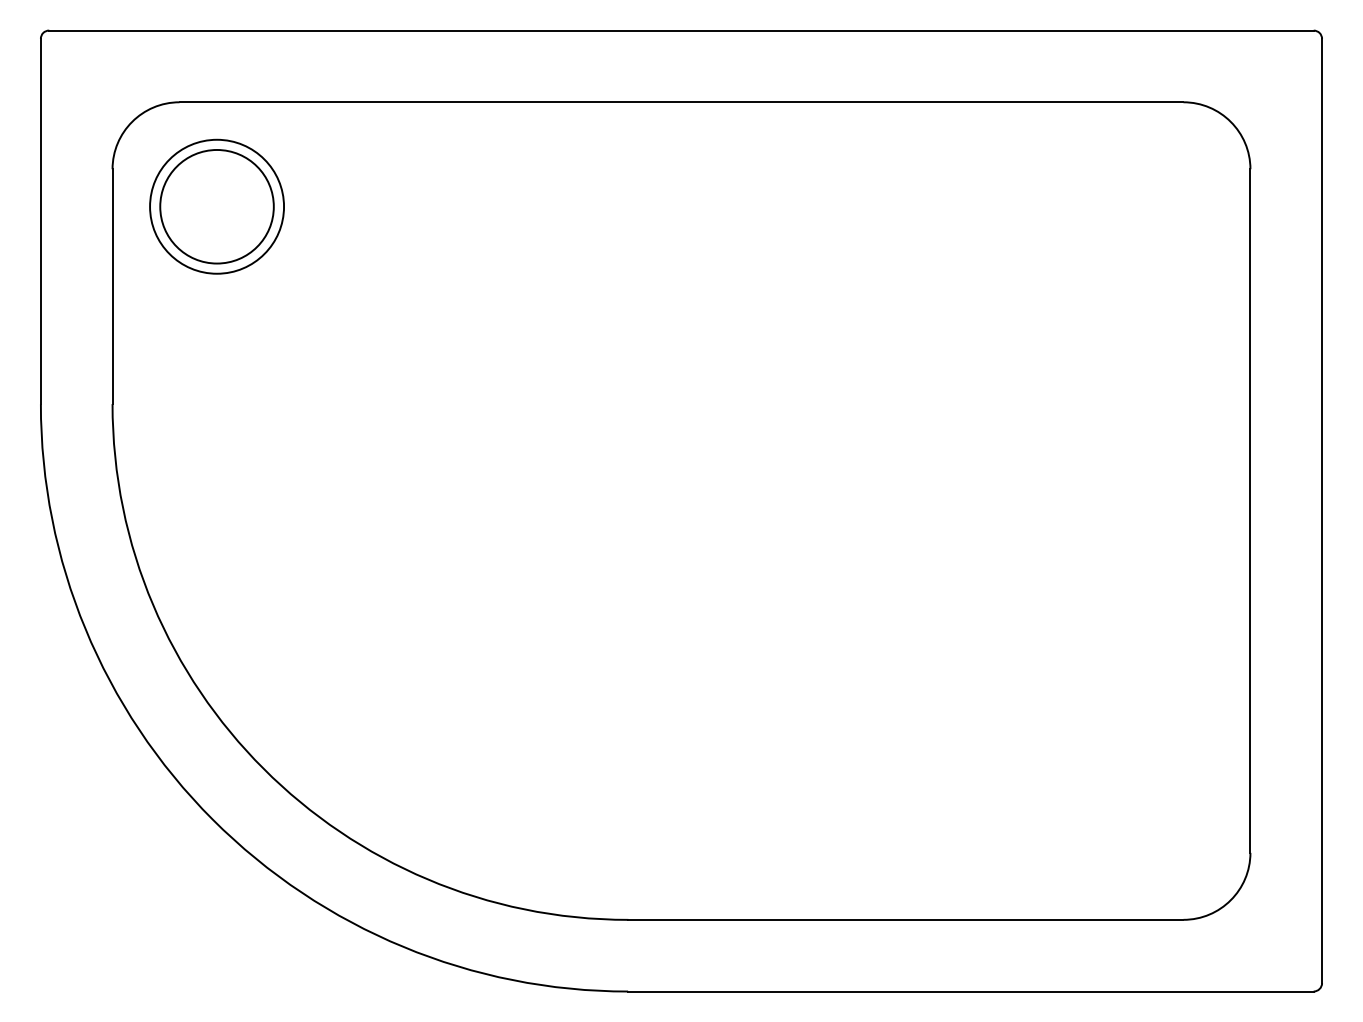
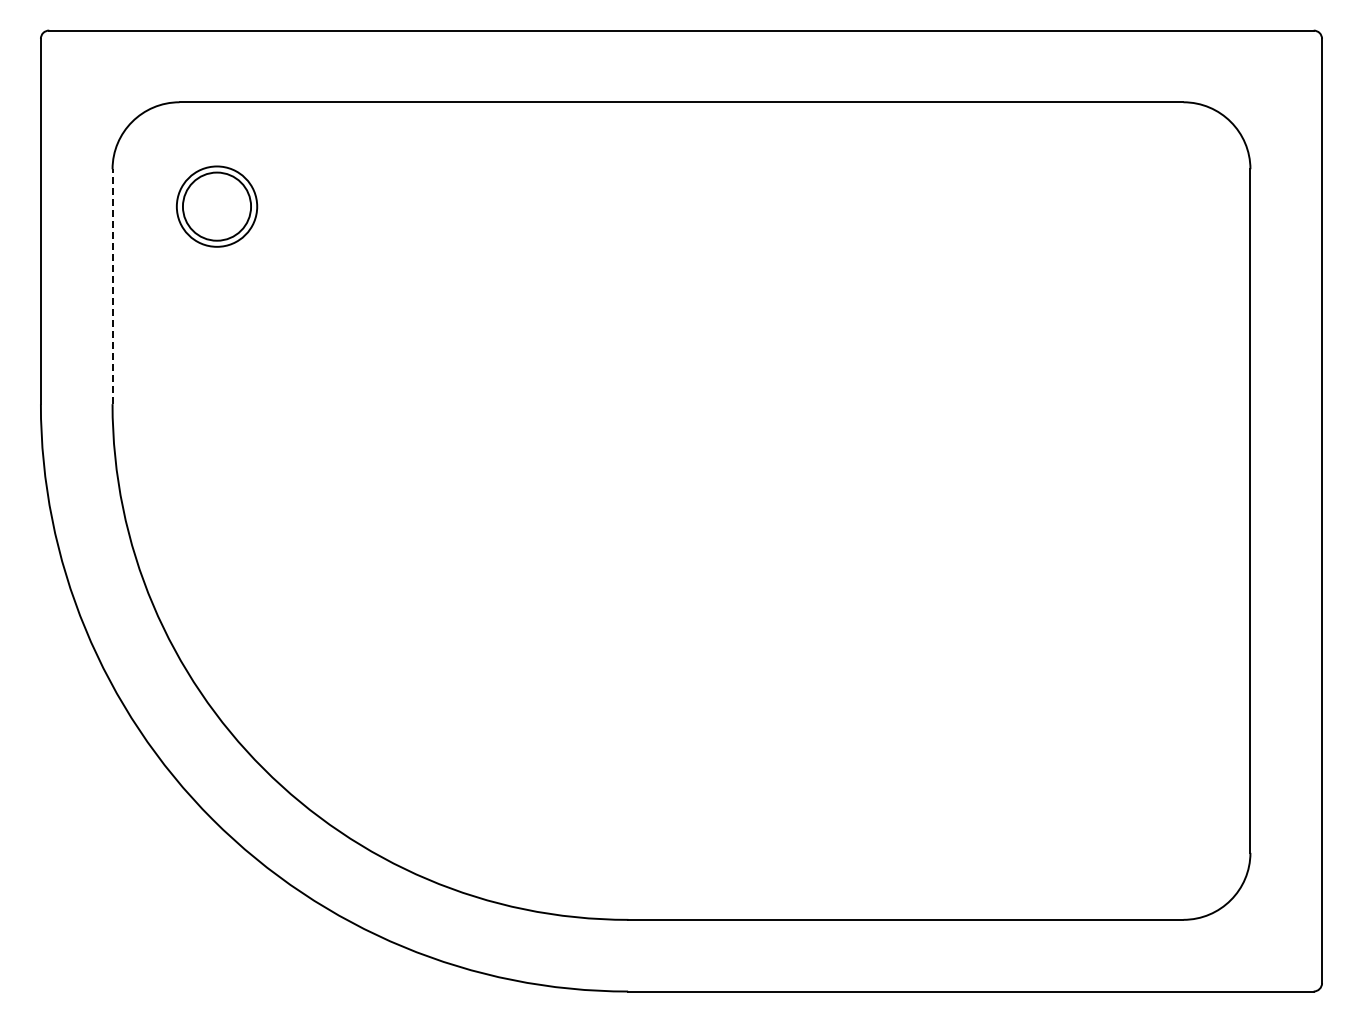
part at (216, 206) size: 136x137 px -> 83x83 px
line at (112, 286): solid -> dashed
